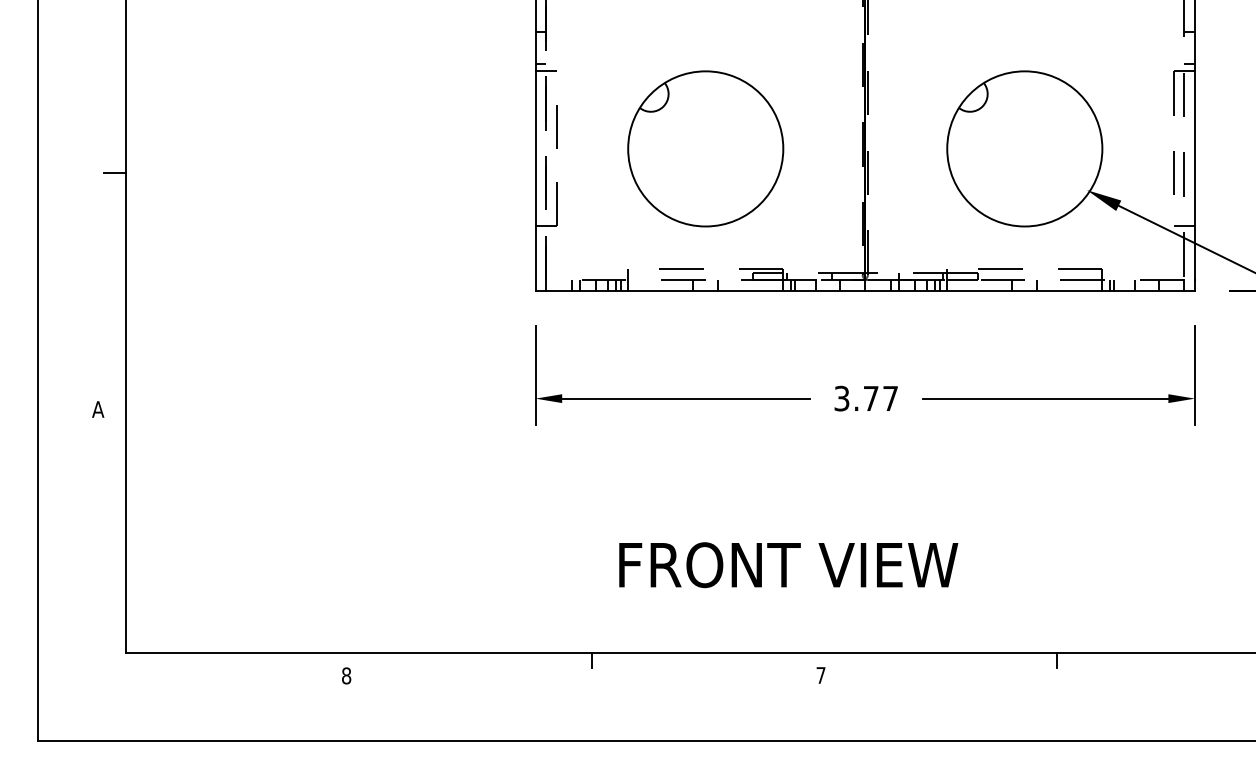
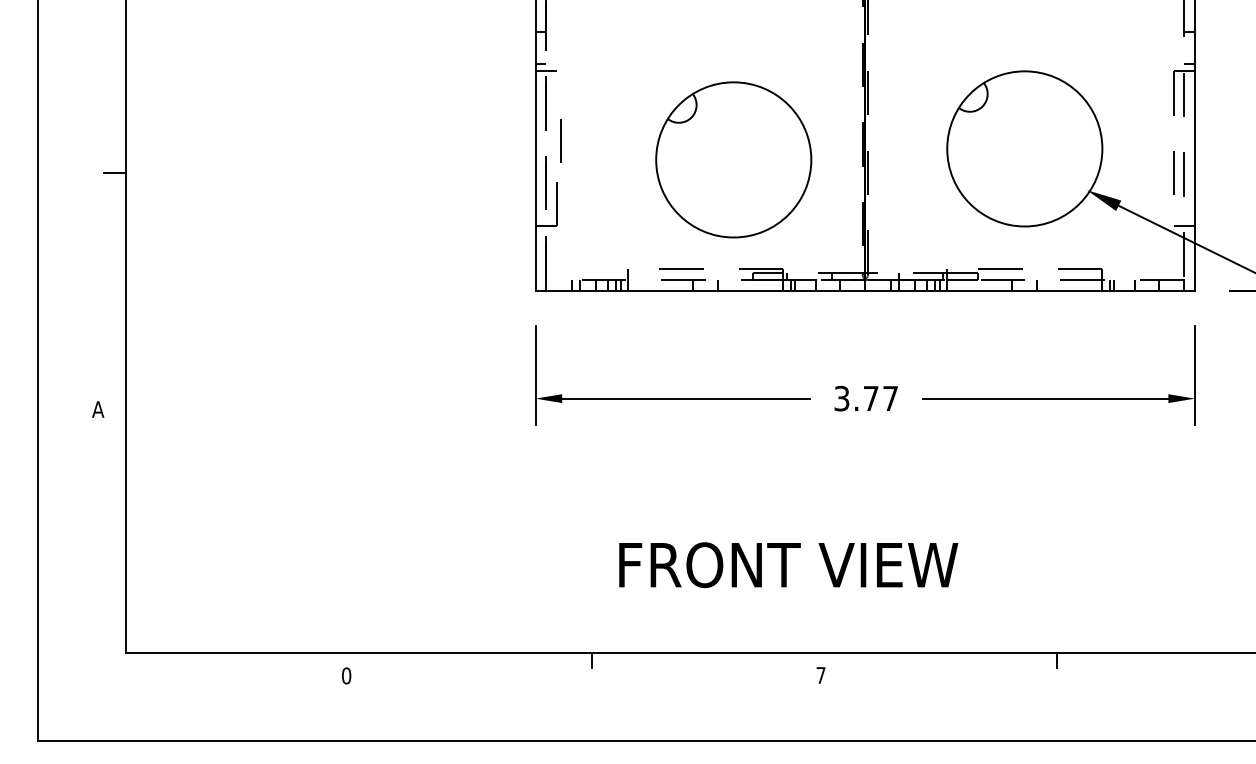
line at (556, 126) position: (556, 126) -> (560, 140)
part at (705, 148) position: (705, 148) -> (733, 159)
text at (346, 675): 8 -> 0
